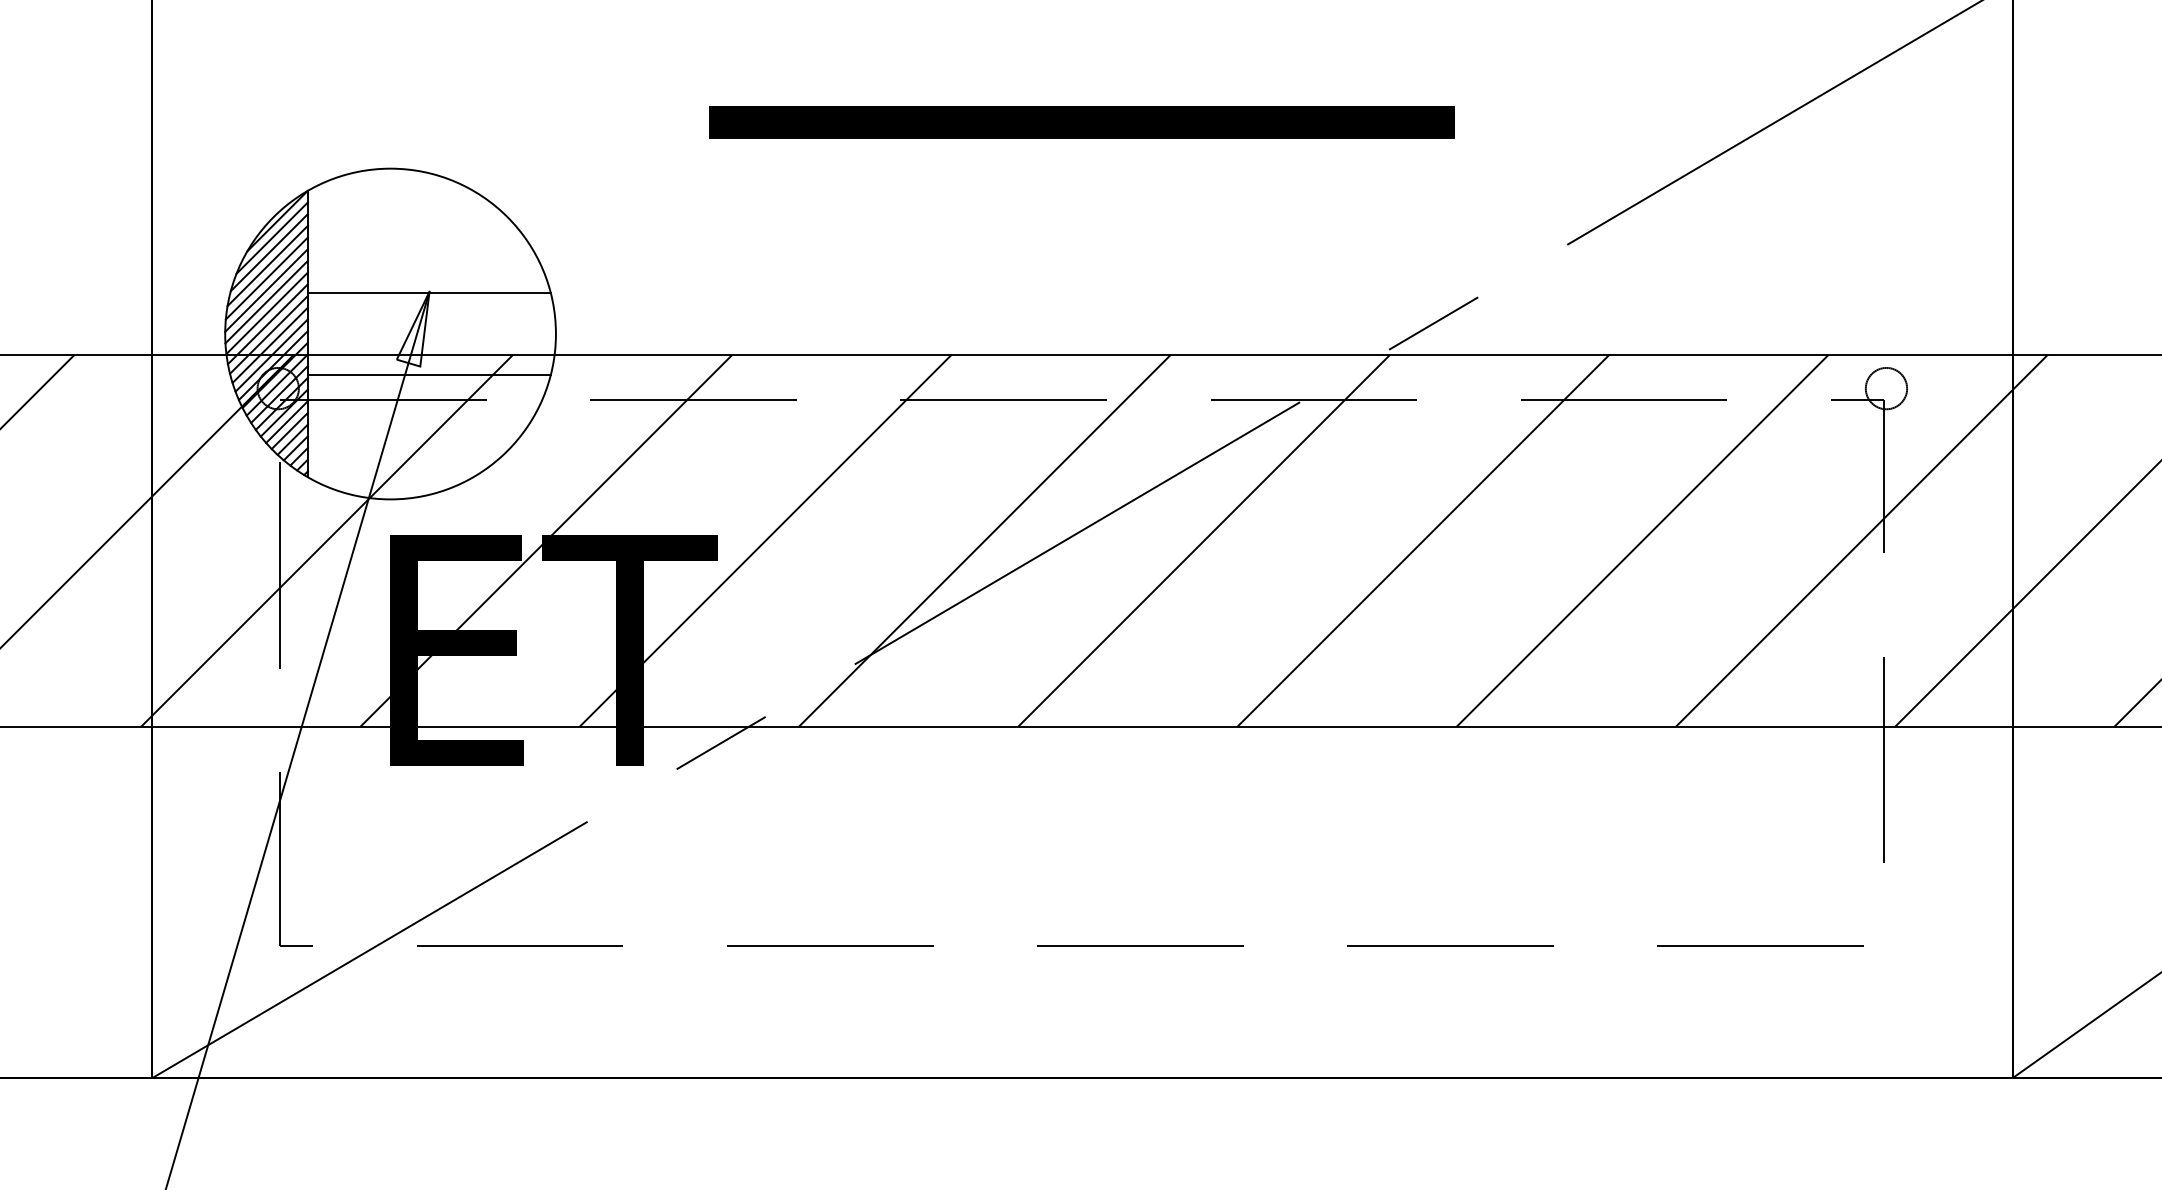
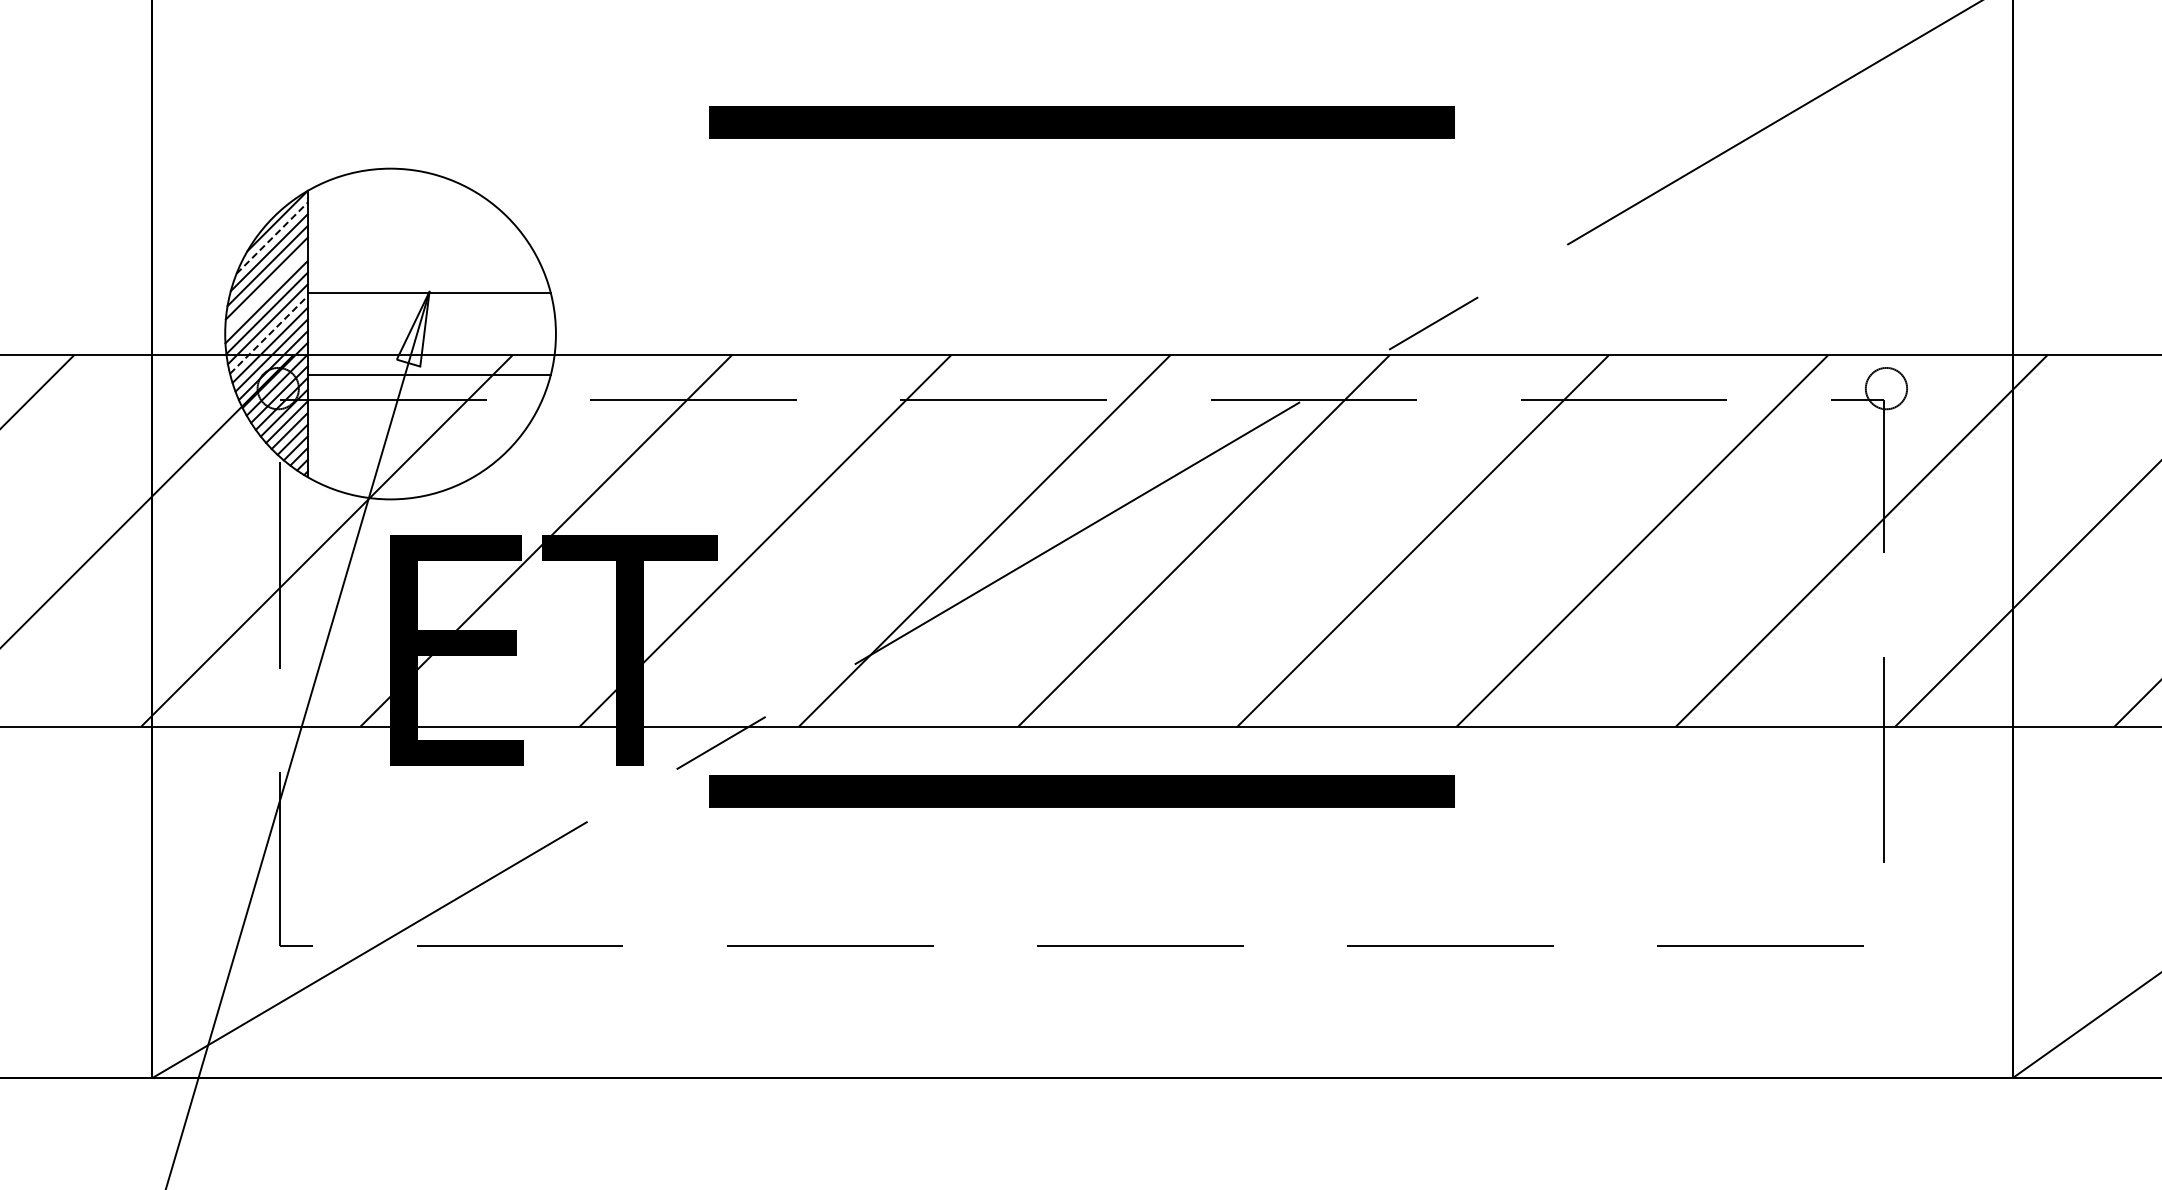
line at (272, 237): solid -> dashed
line at (266, 290): present -> none
line at (269, 334): solid -> dashed
part at (1081, 791): none -> present
